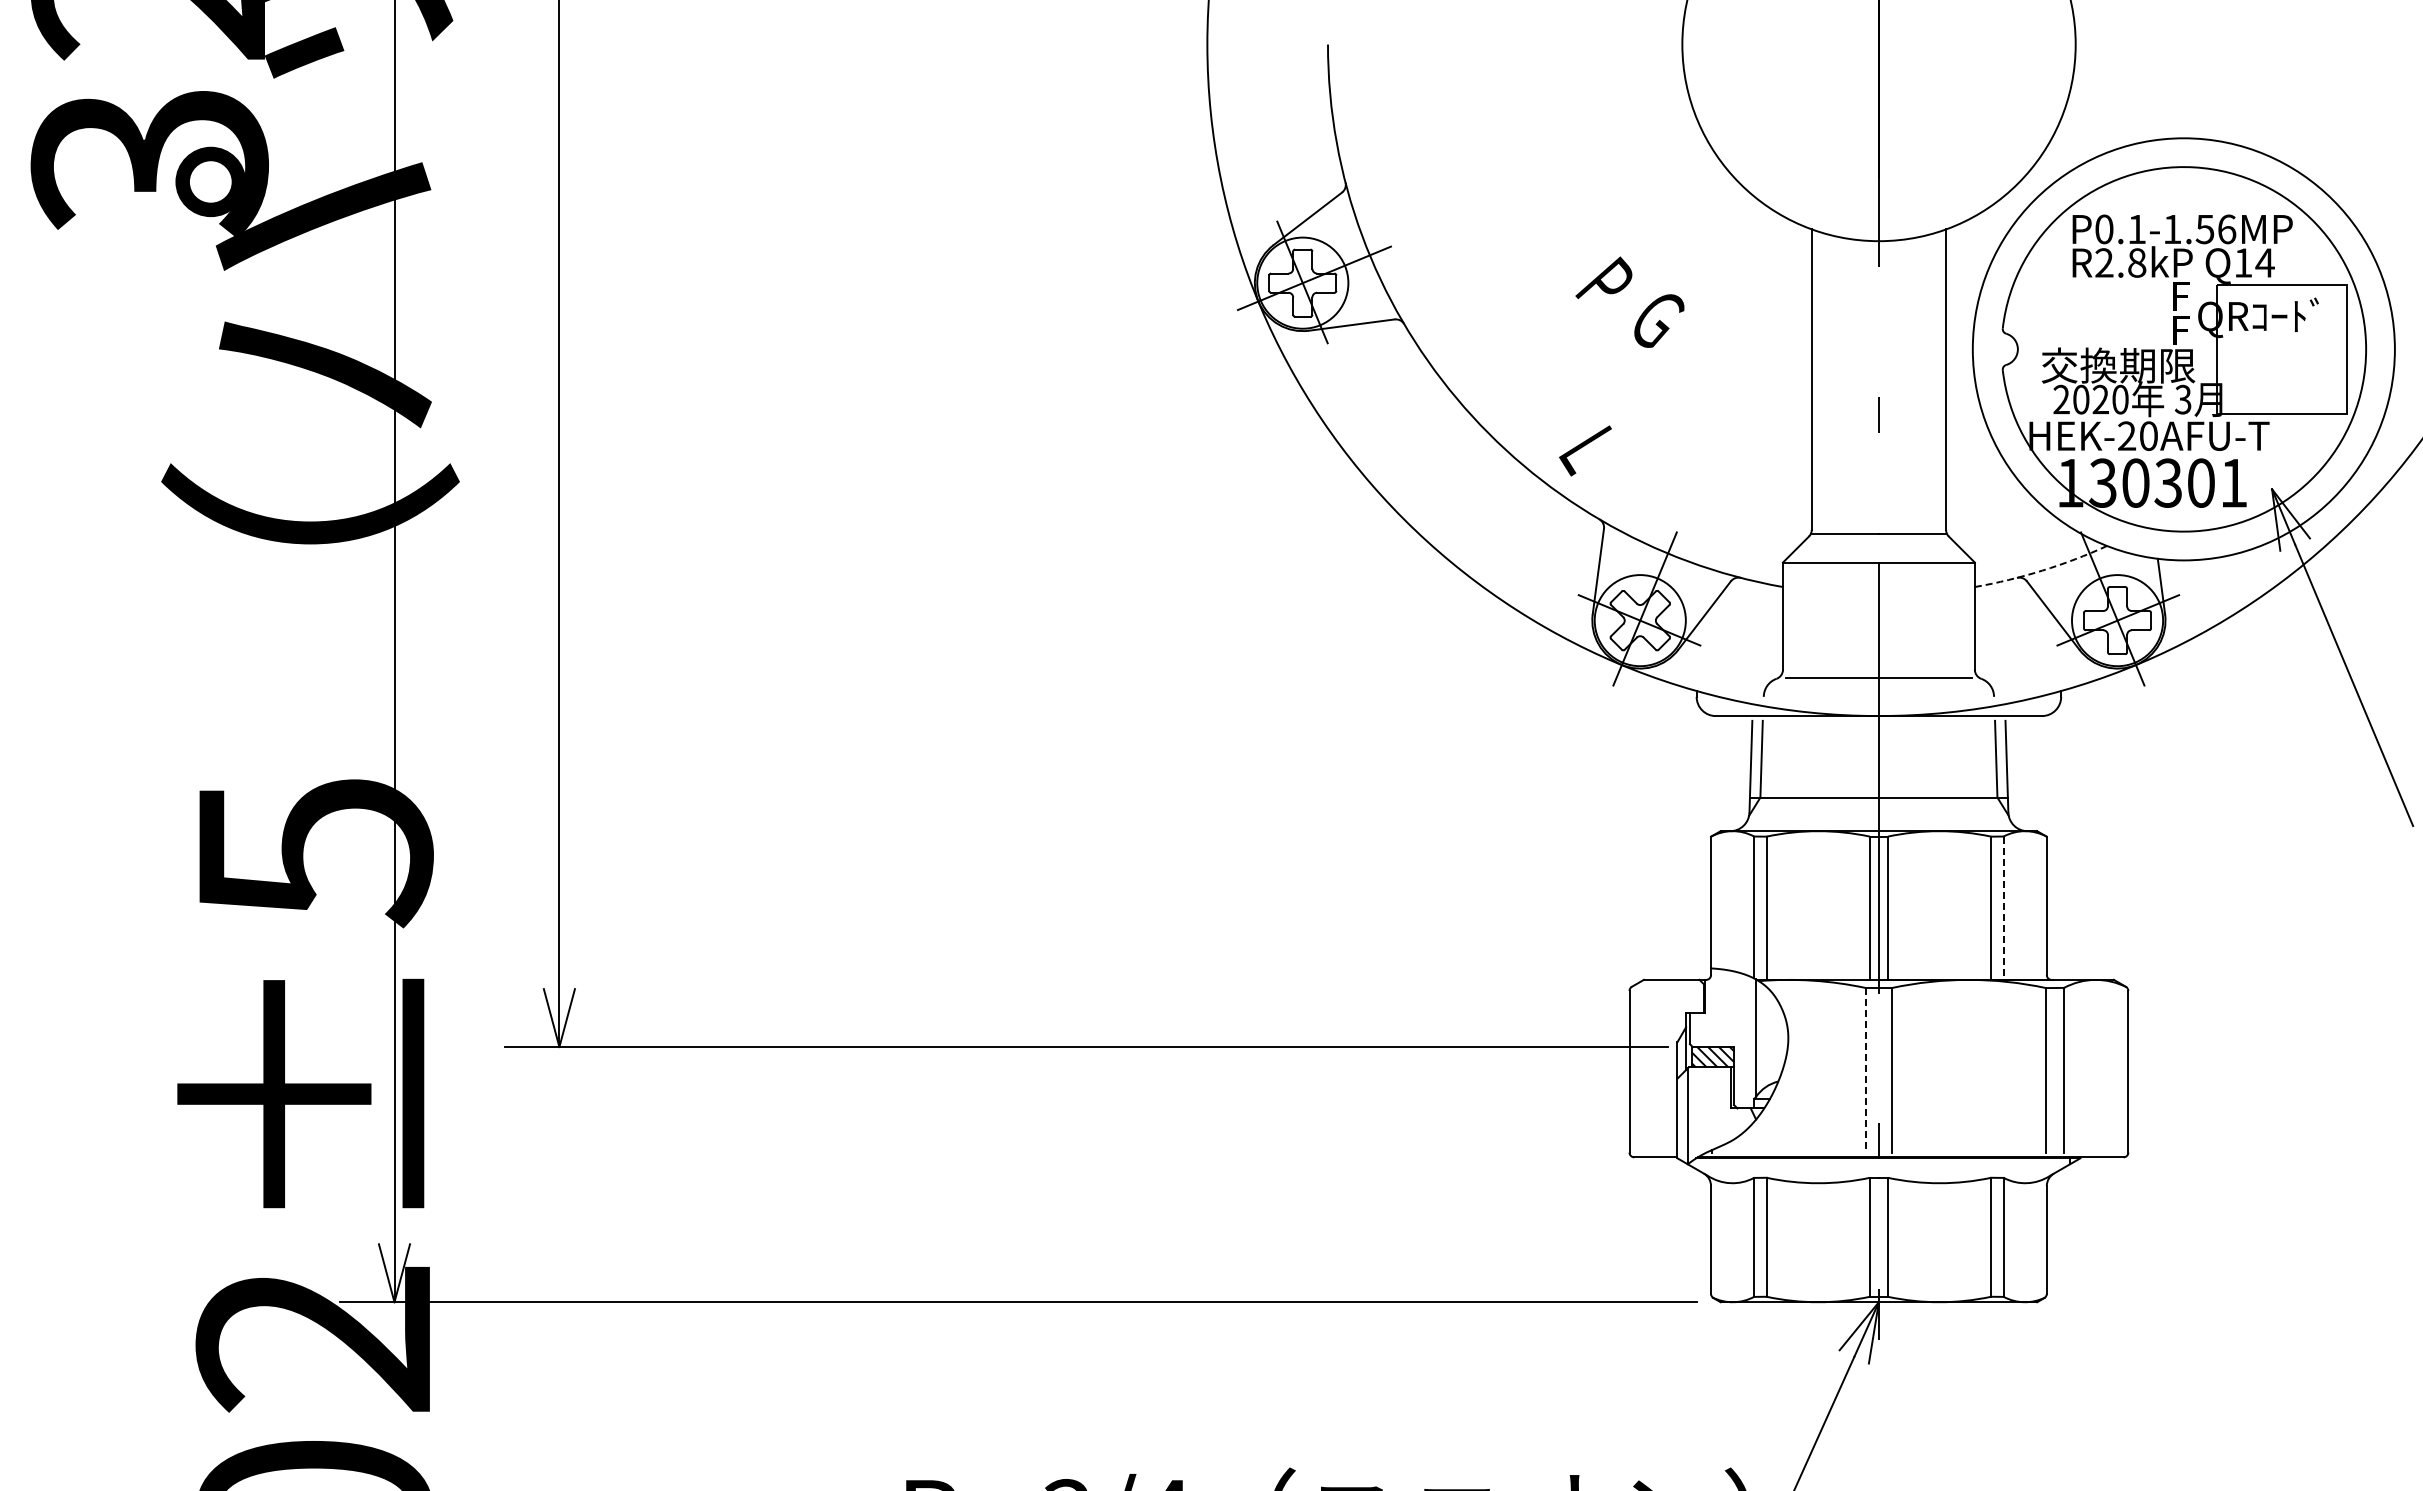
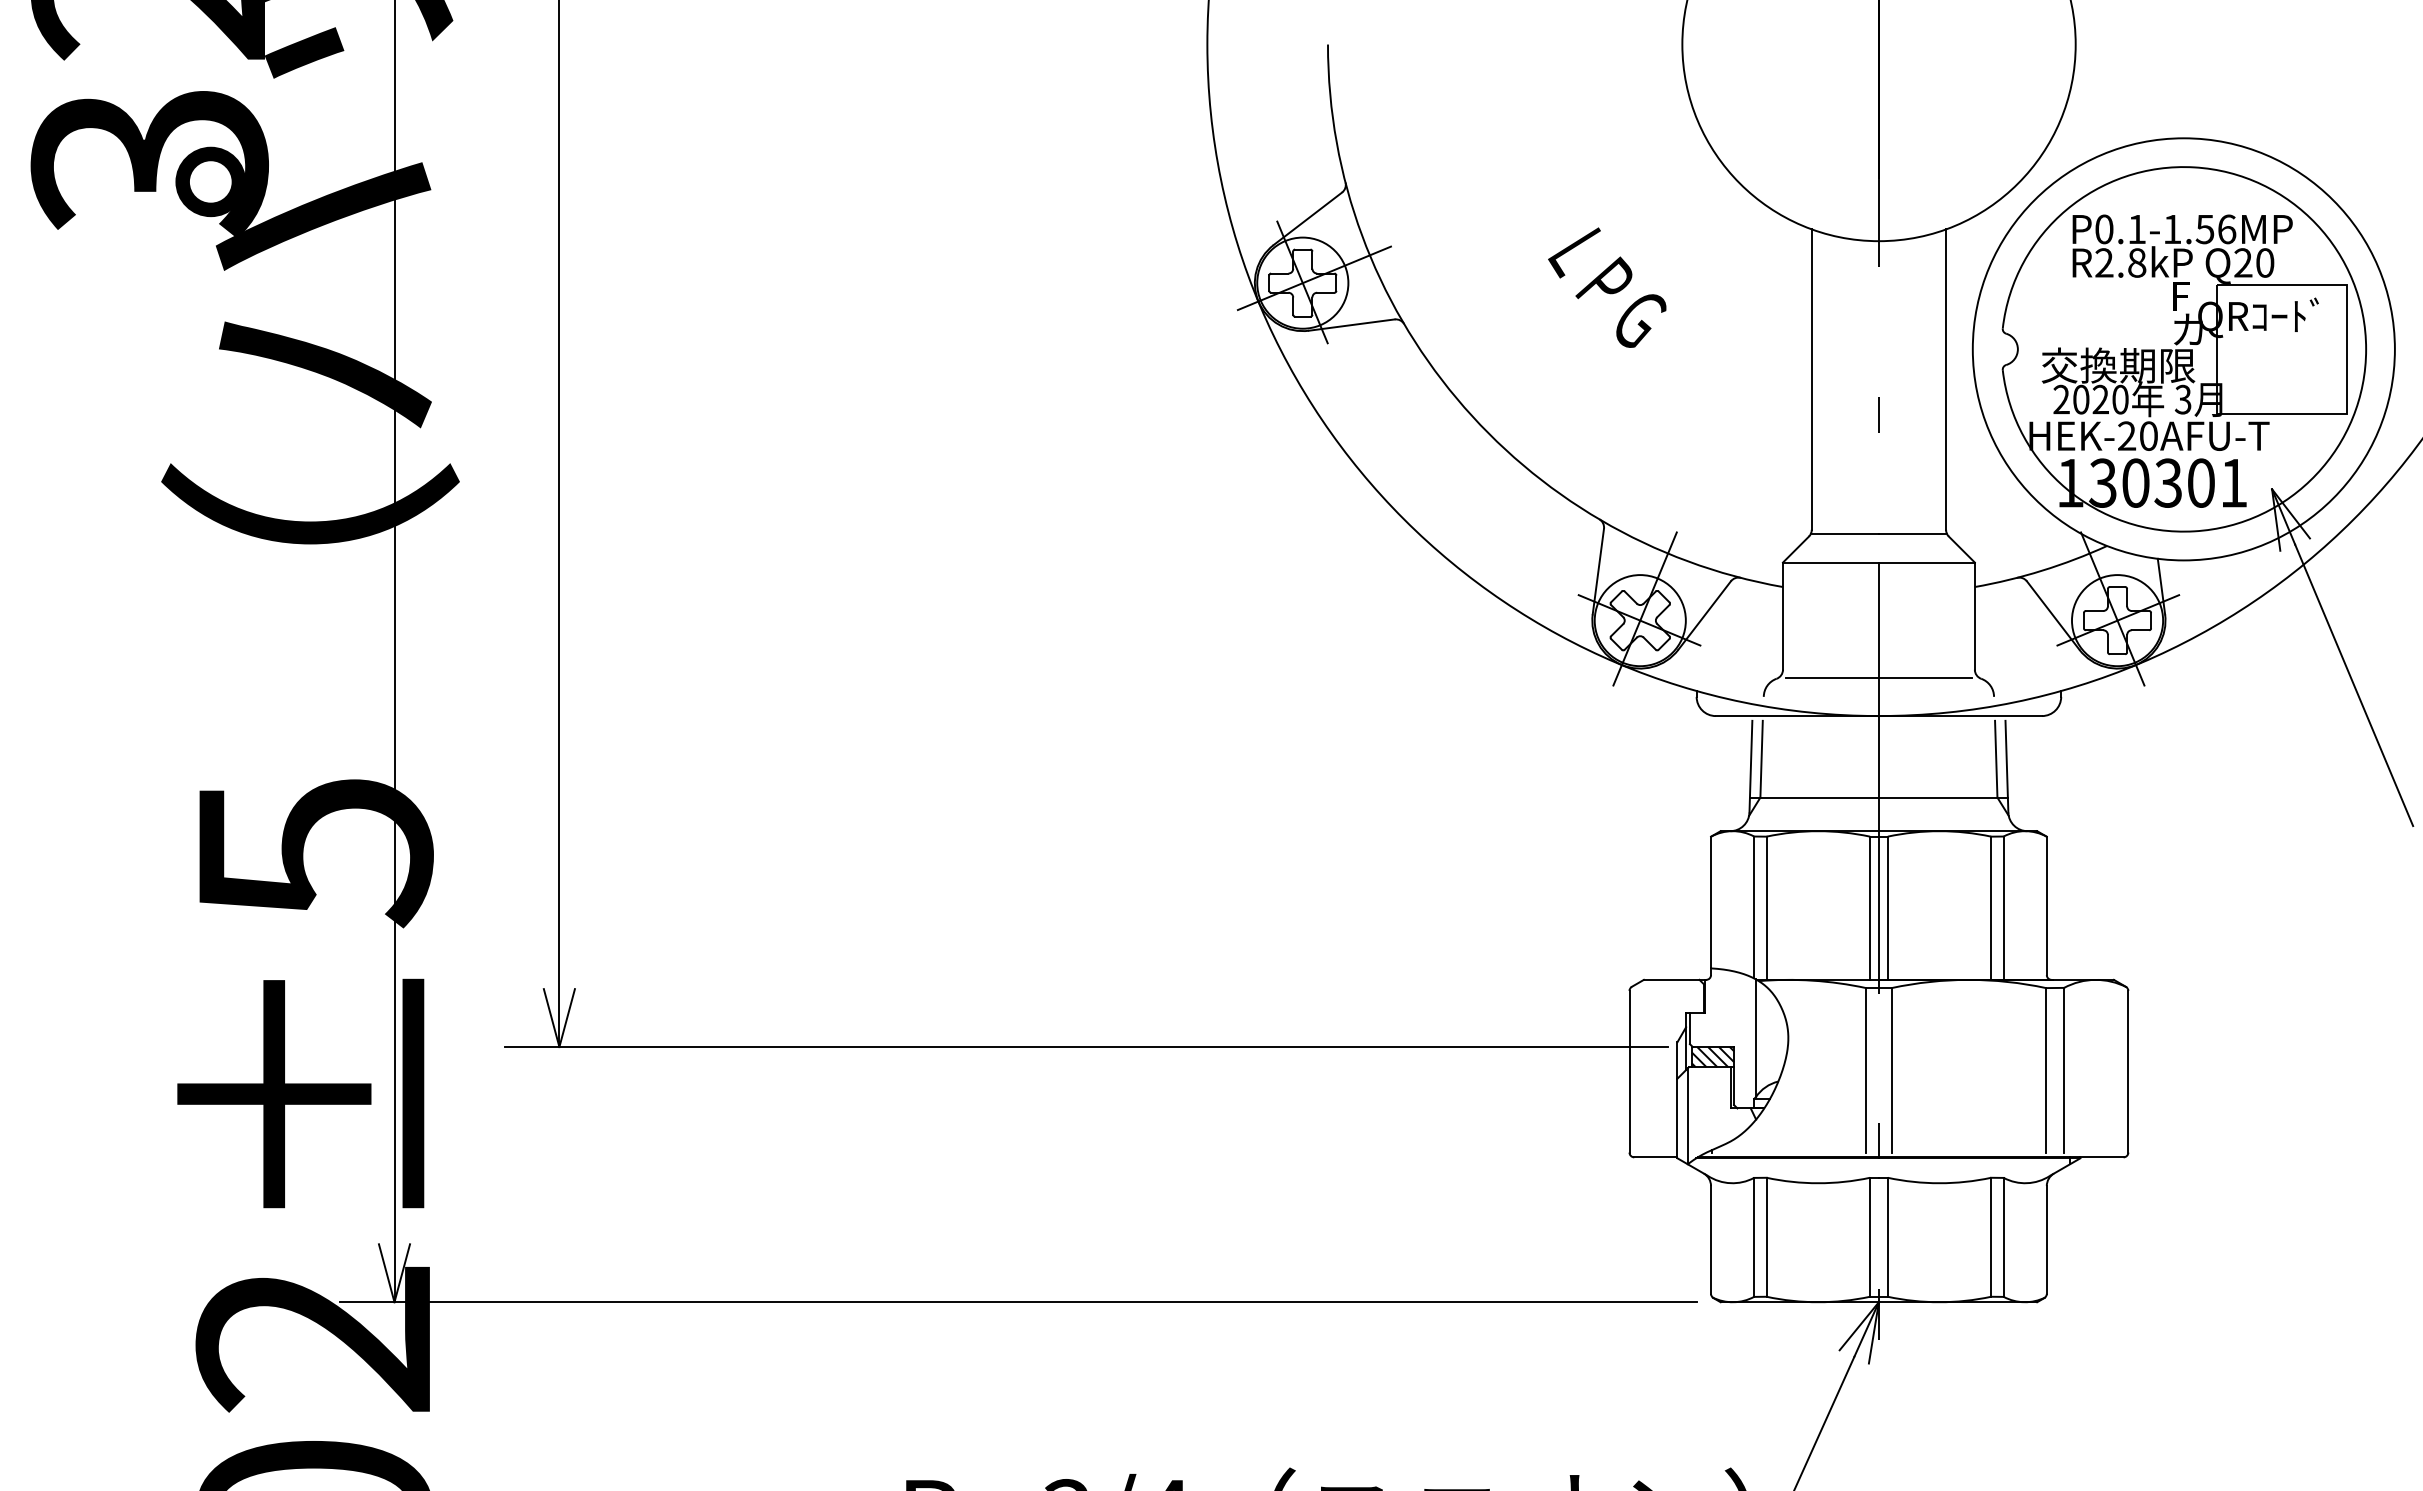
text at (2254, 262): Q14 -> Q20
text at (1659, 320) position: (1659, 320) -> (1641, 320)
text at (2187, 329): F -> カ
text at (1585, 450) position: (1585, 450) -> (1574, 252)
arc at (2042, 570): dashed -> solid
line at (2003, 908): dashed -> solid
line at (1866, 1070): dashed -> solid
